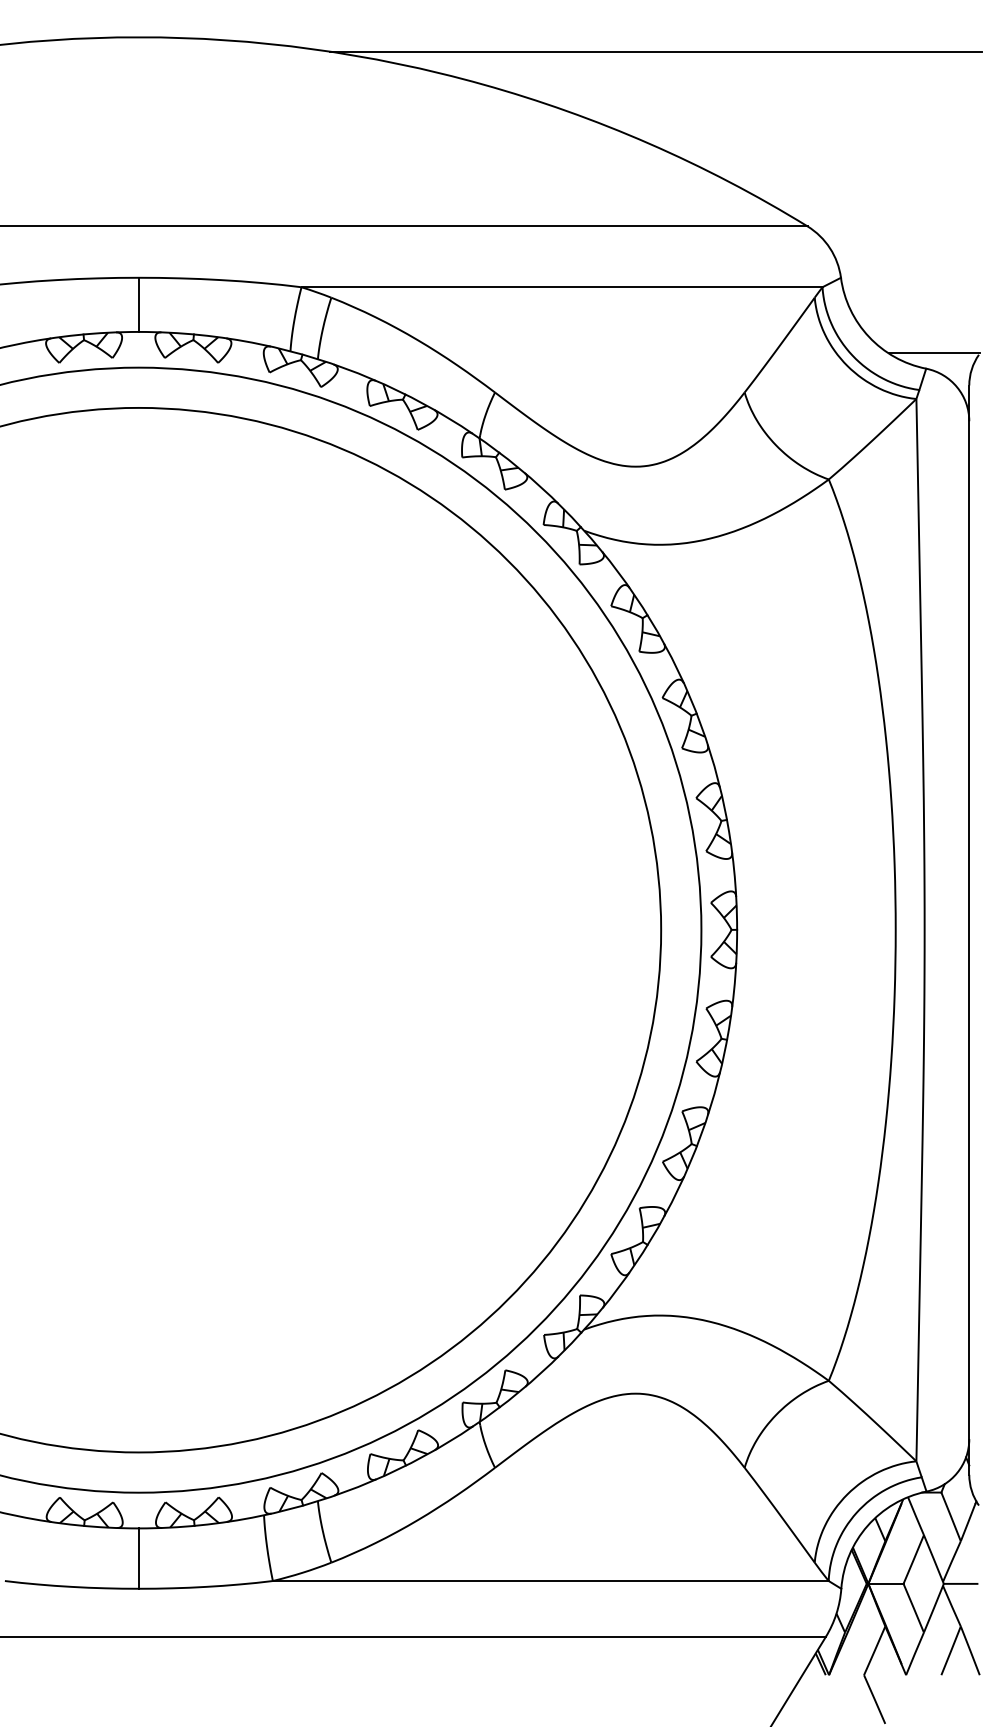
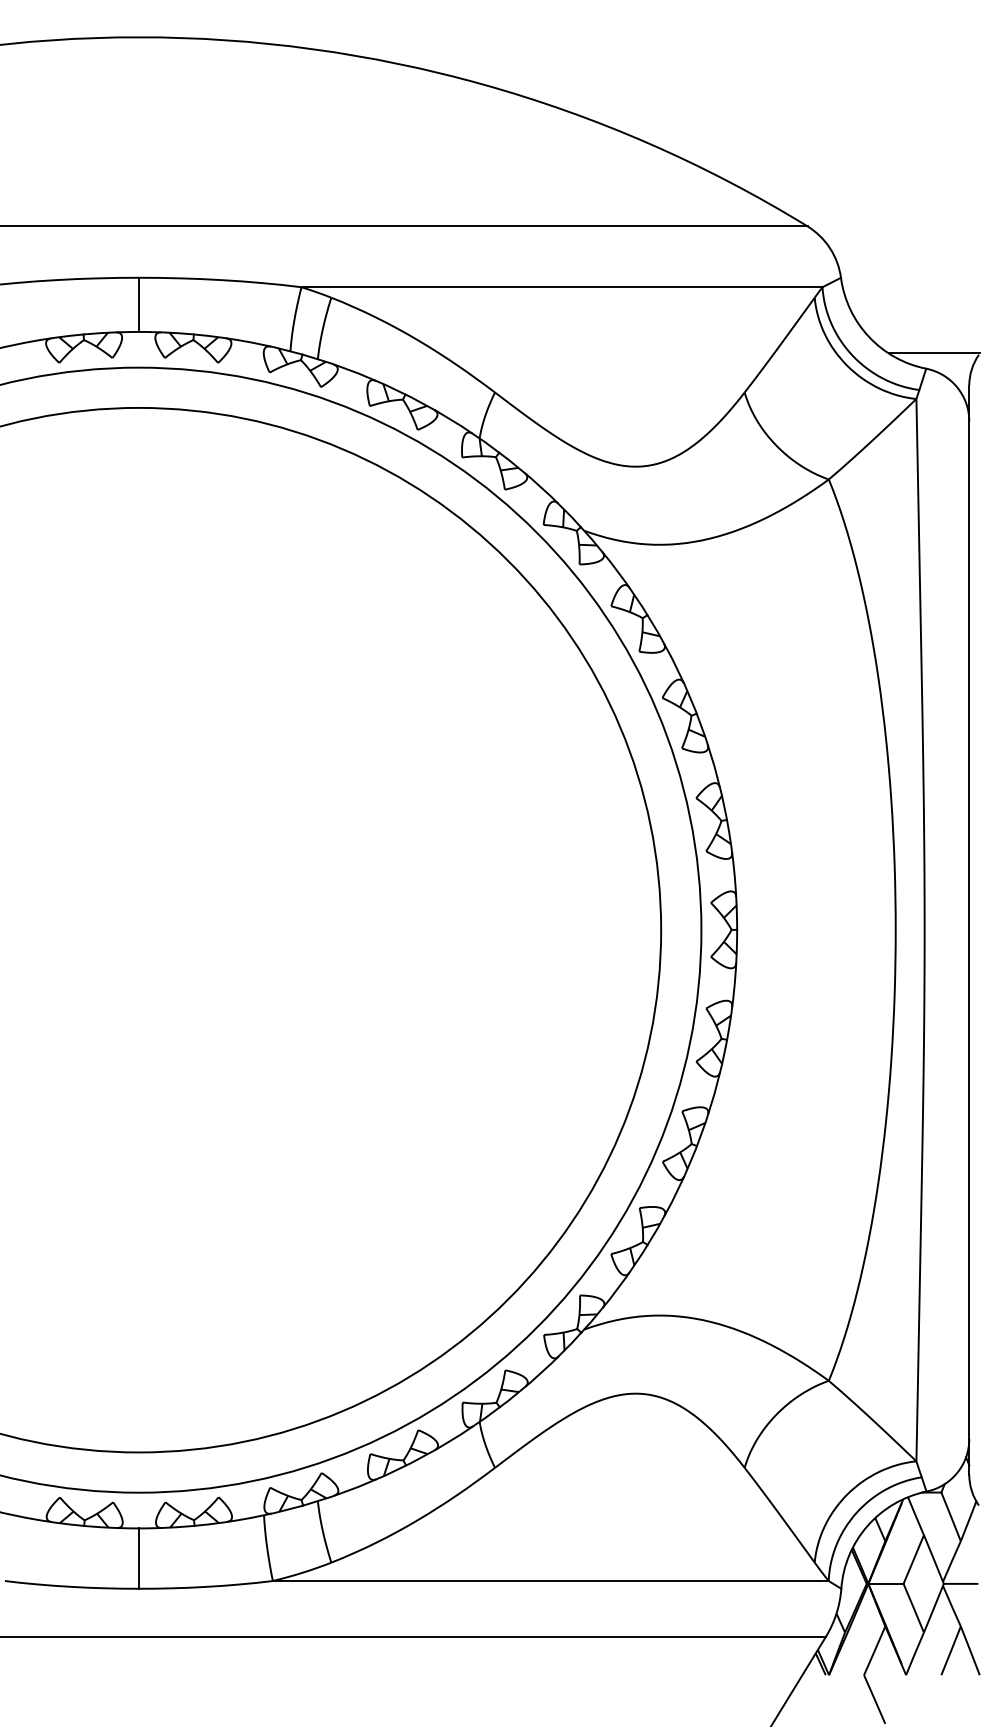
line at (655, 51): present -> none
